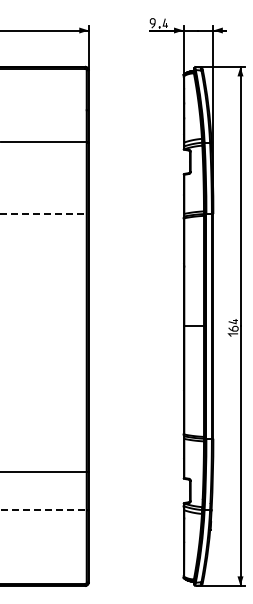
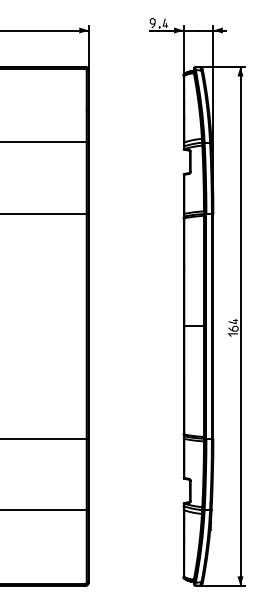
line at (45, 214): dashed -> solid
line at (45, 471) position: (45, 471) -> (45, 438)
line at (44, 510): dashed -> solid
